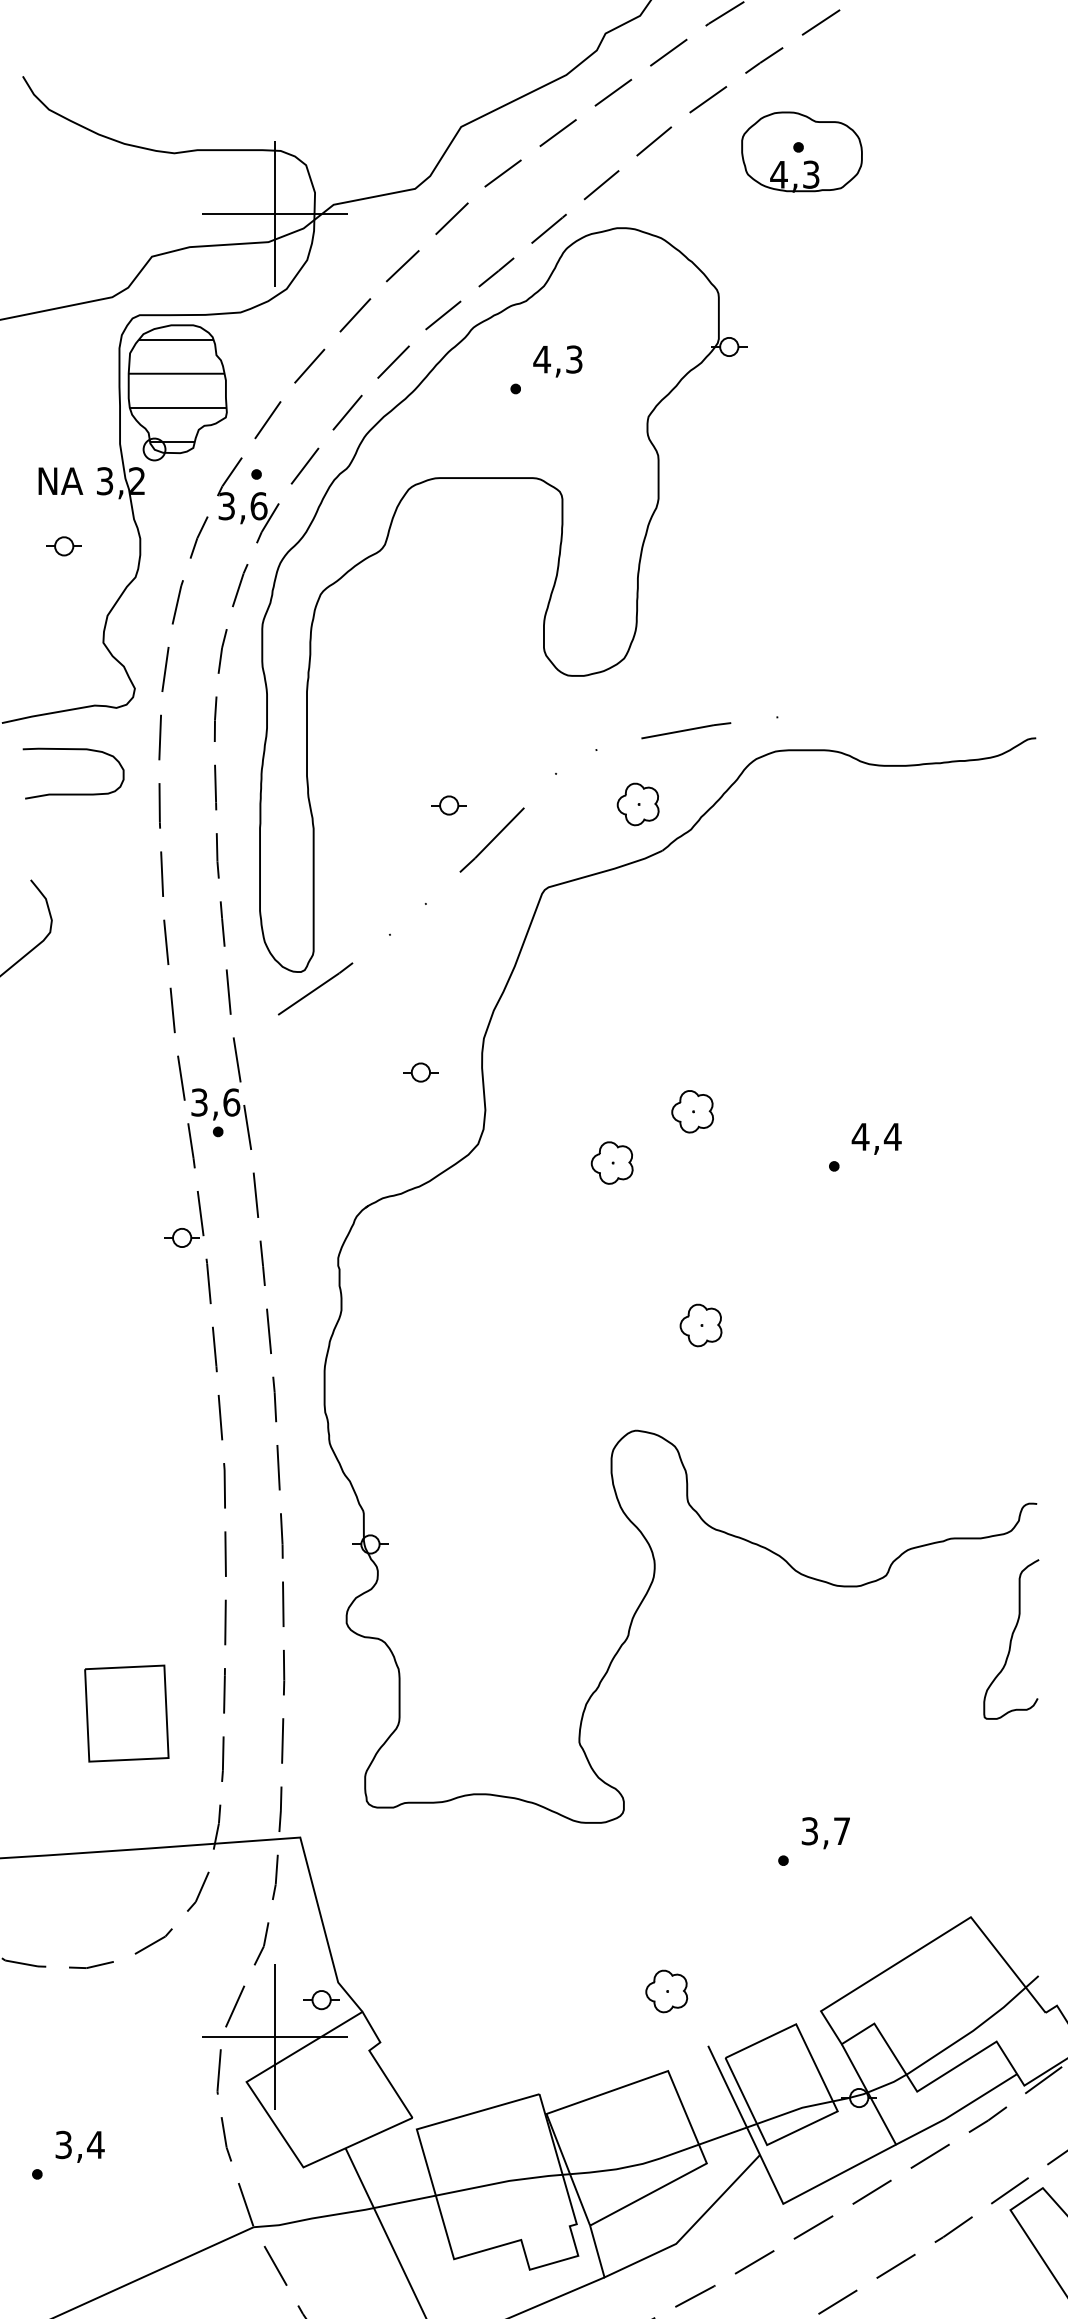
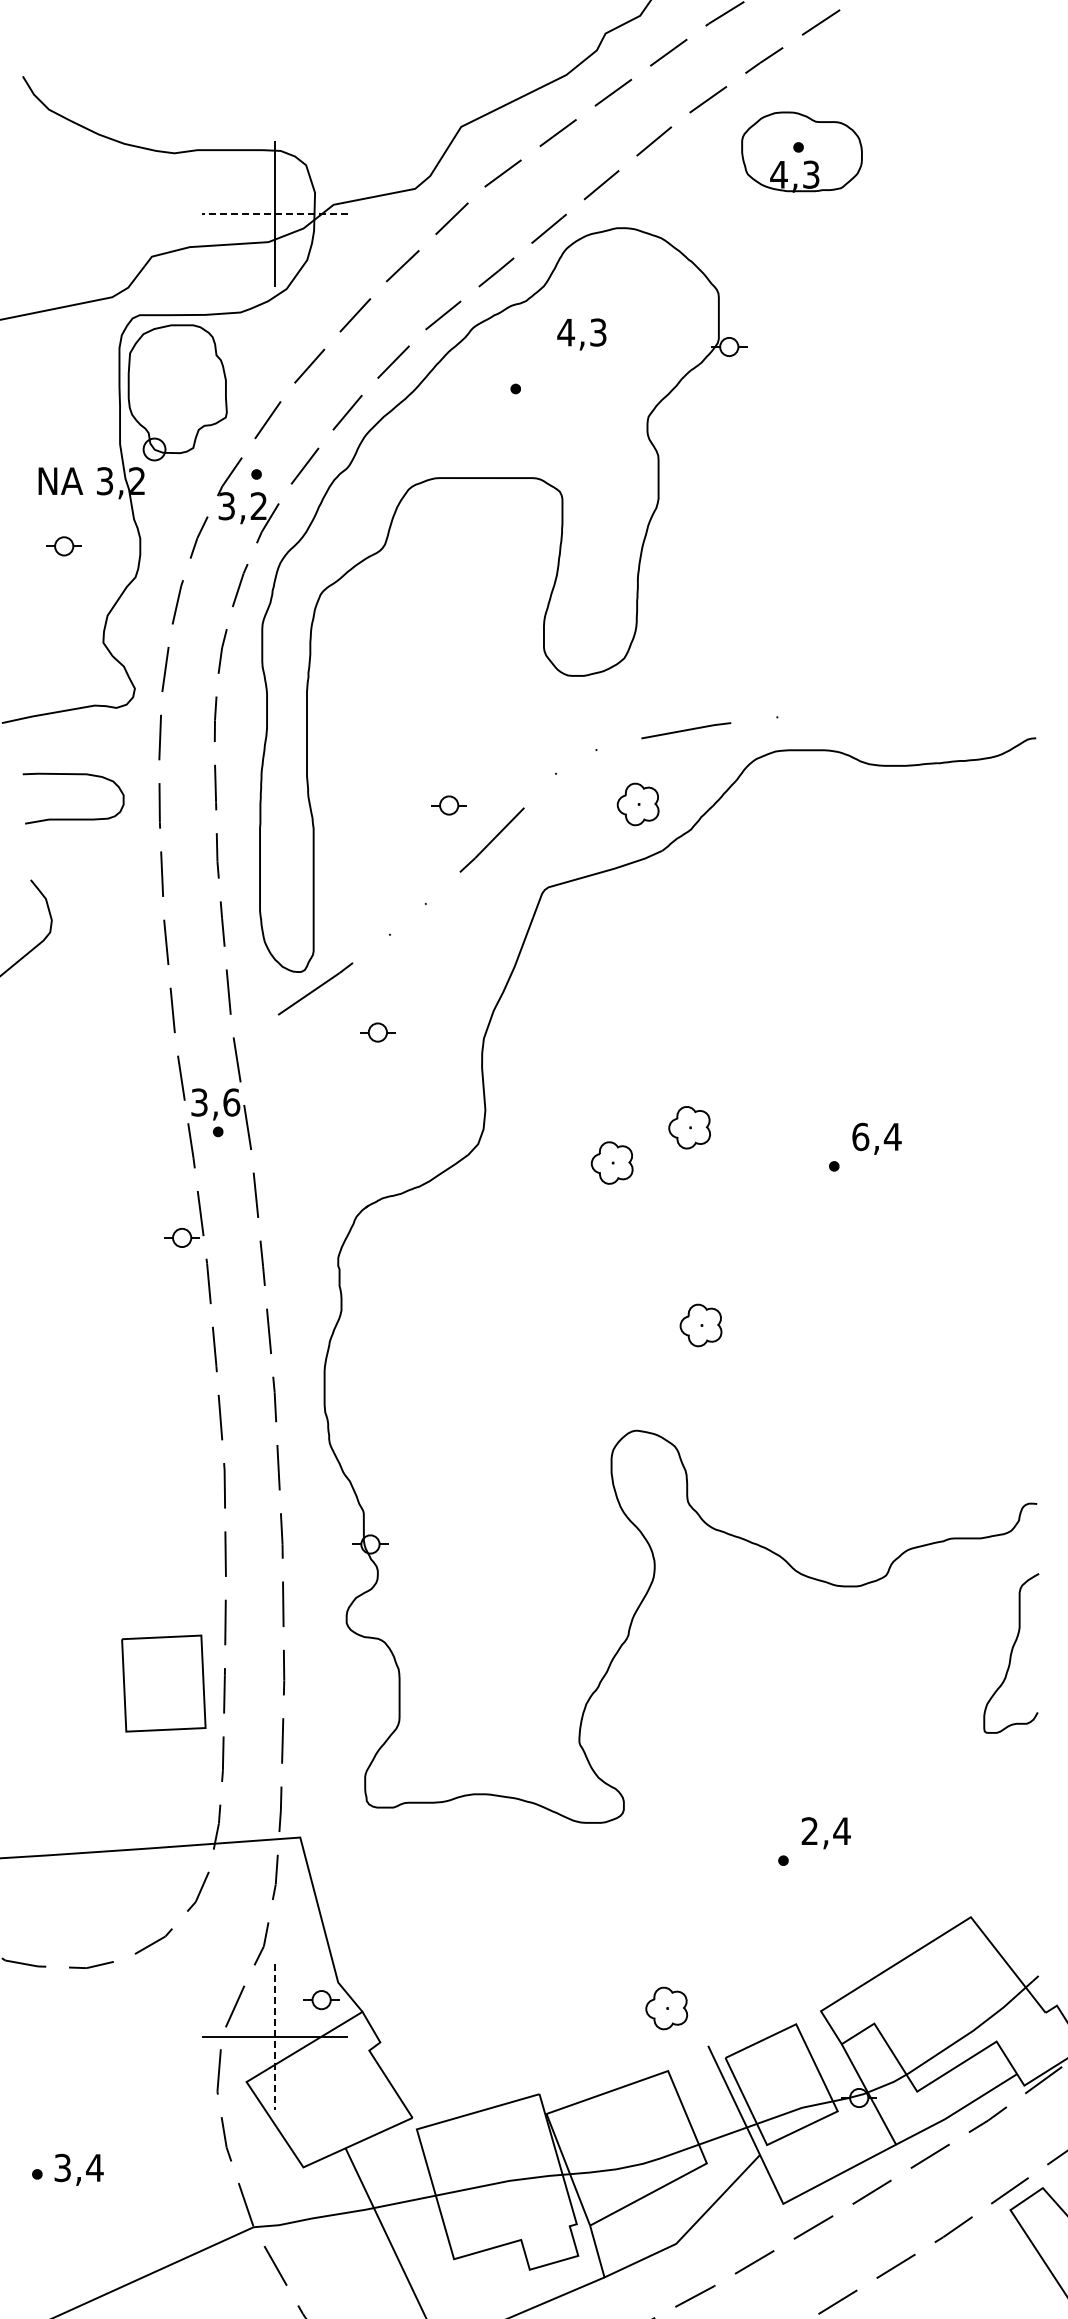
line at (274, 214): solid -> dashed
text at (557, 361) position: (557, 361) -> (581, 334)
hatch at (177, 390): present -> none
text at (258, 506): 3,6 -> 3,2
curve at (73, 793) position: (73, 793) -> (73, 818)
part at (420, 1072) position: (420, 1072) -> (377, 1032)
part at (692, 1111) position: (692, 1111) -> (689, 1127)
text at (860, 1136): 4,4 -> 6,4
curve at (1011, 1639) position: (1011, 1639) -> (1011, 1653)
part at (126, 1713) position: (126, 1713) -> (163, 1683)
text at (825, 1831): 3,7 -> 2,4
part at (666, 1991) position: (666, 1991) -> (666, 2008)
line at (274, 2037): solid -> dashed
text at (79, 2146) position: (79, 2146) -> (78, 2169)
